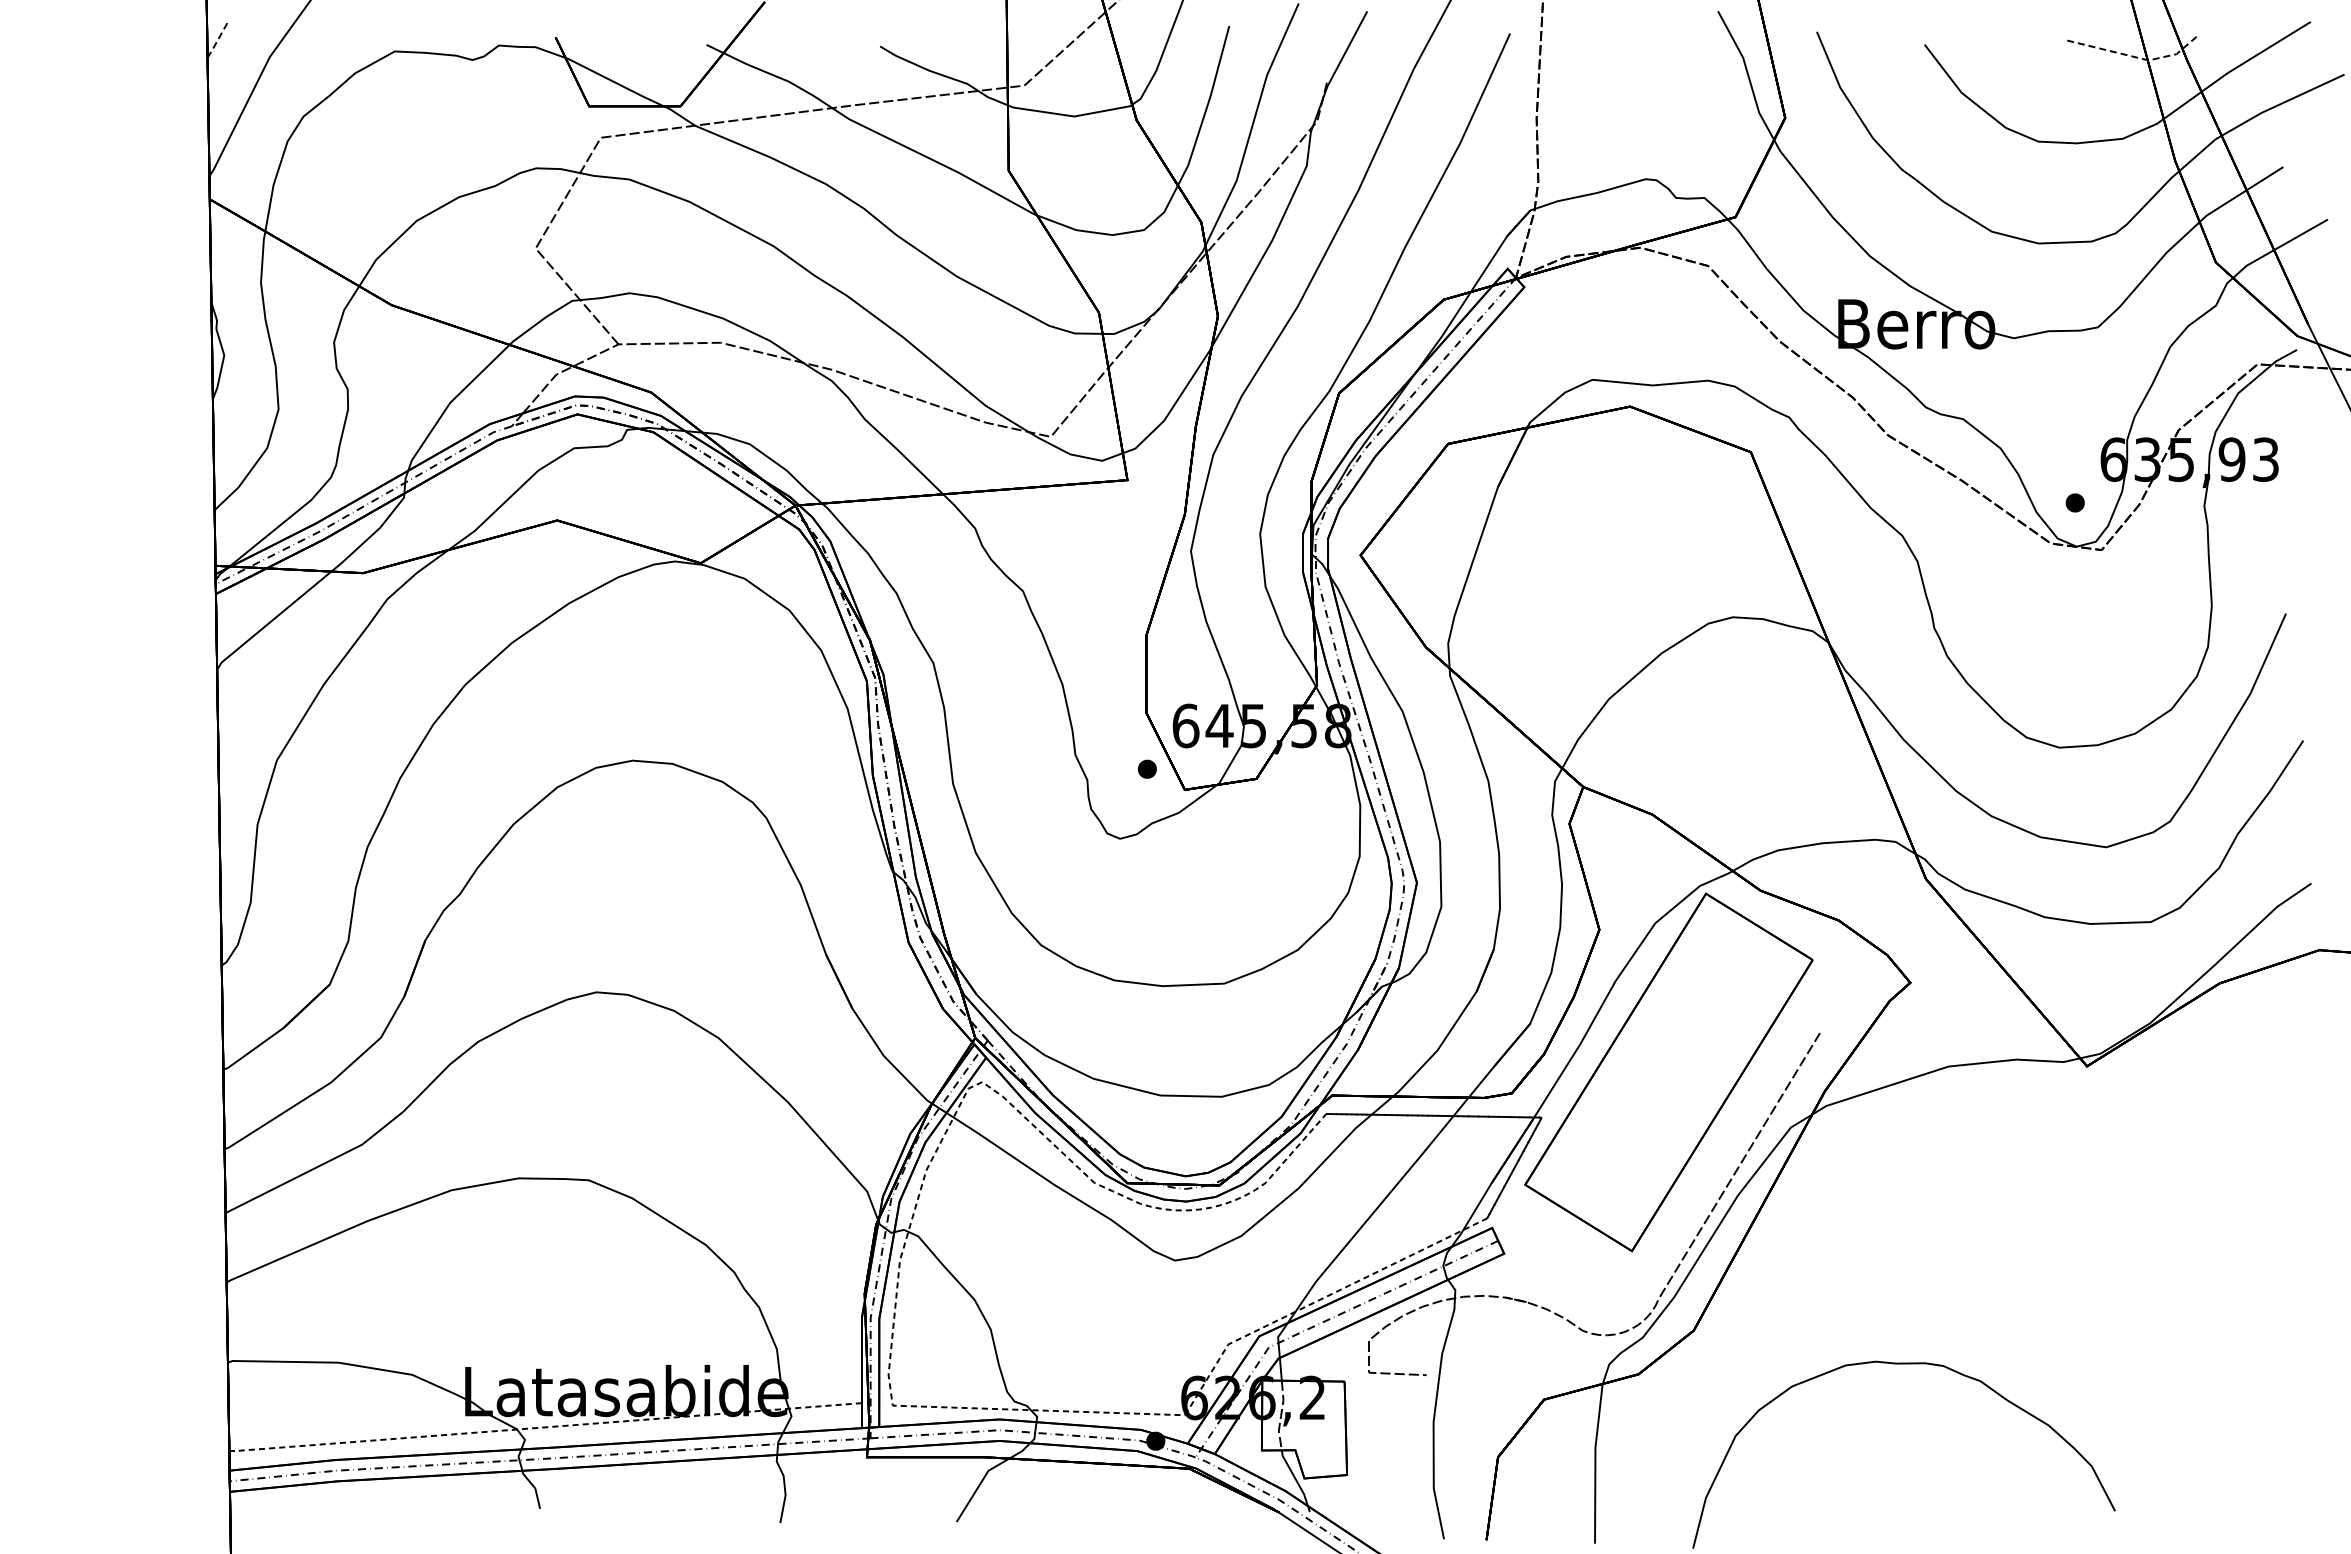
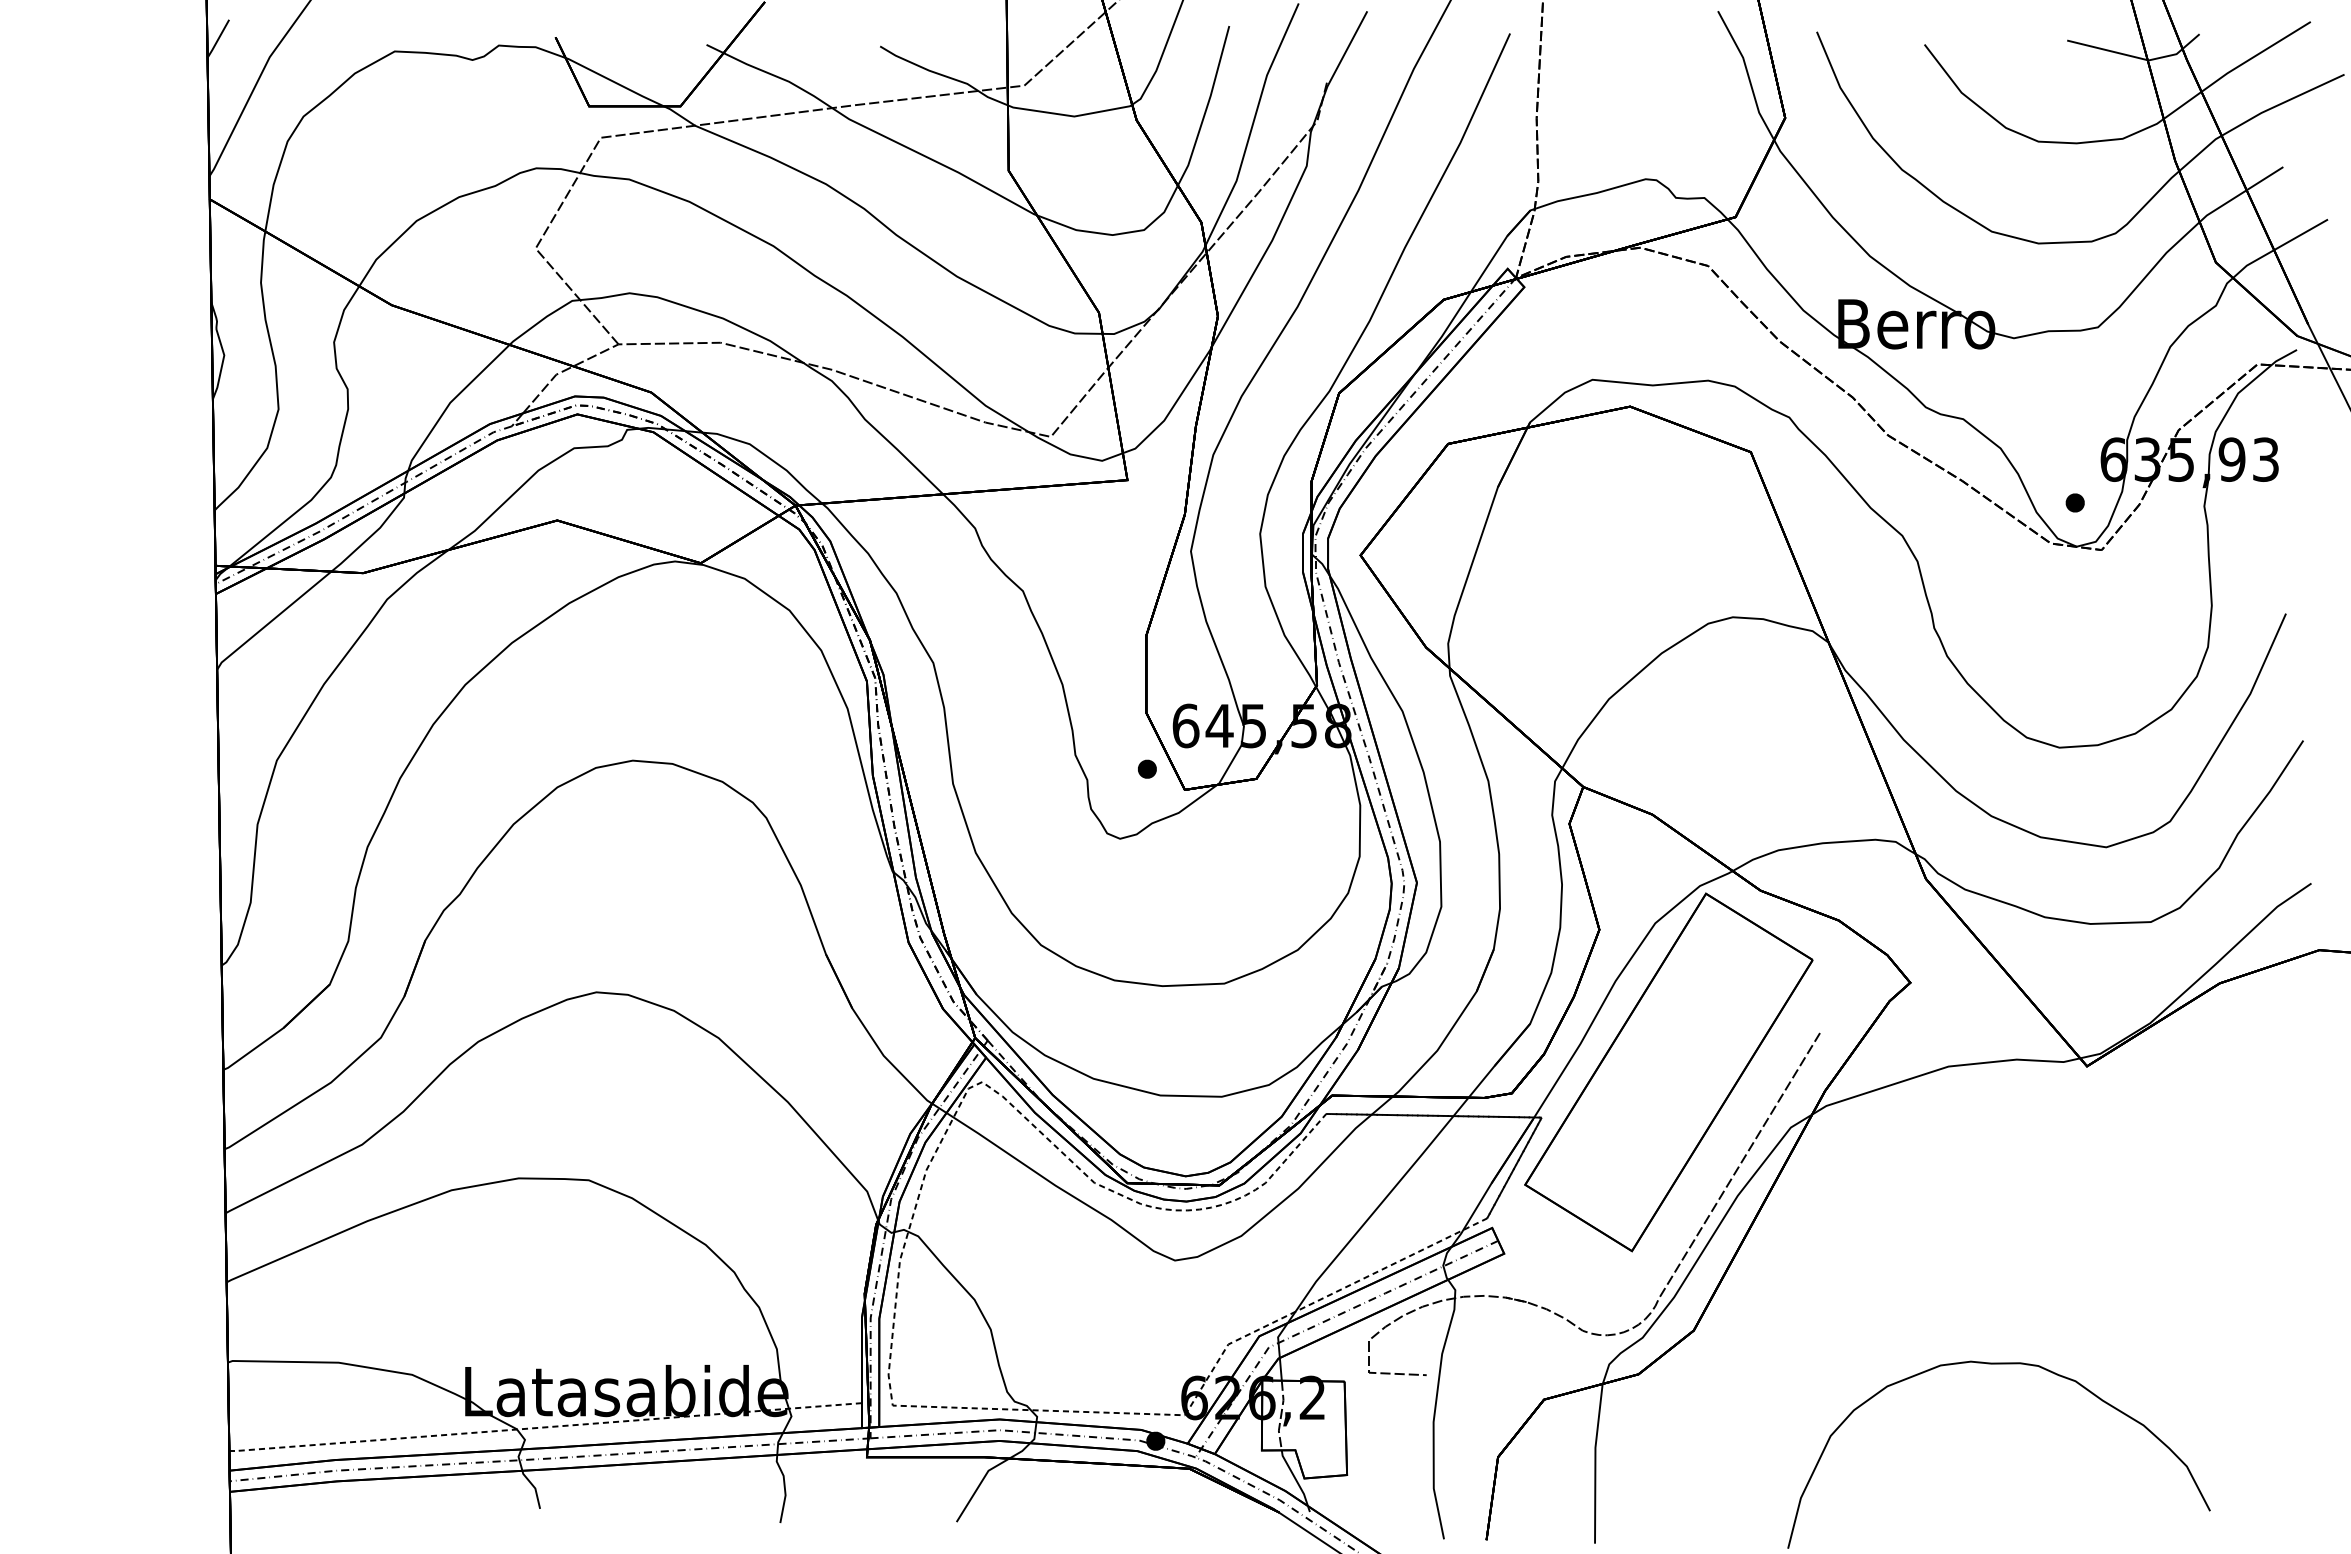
line at (218, 39): dashed -> solid
line at (2138, 57): dashed -> solid
curve at (1903, 1364) position: (1903, 1364) -> (1998, 1364)
